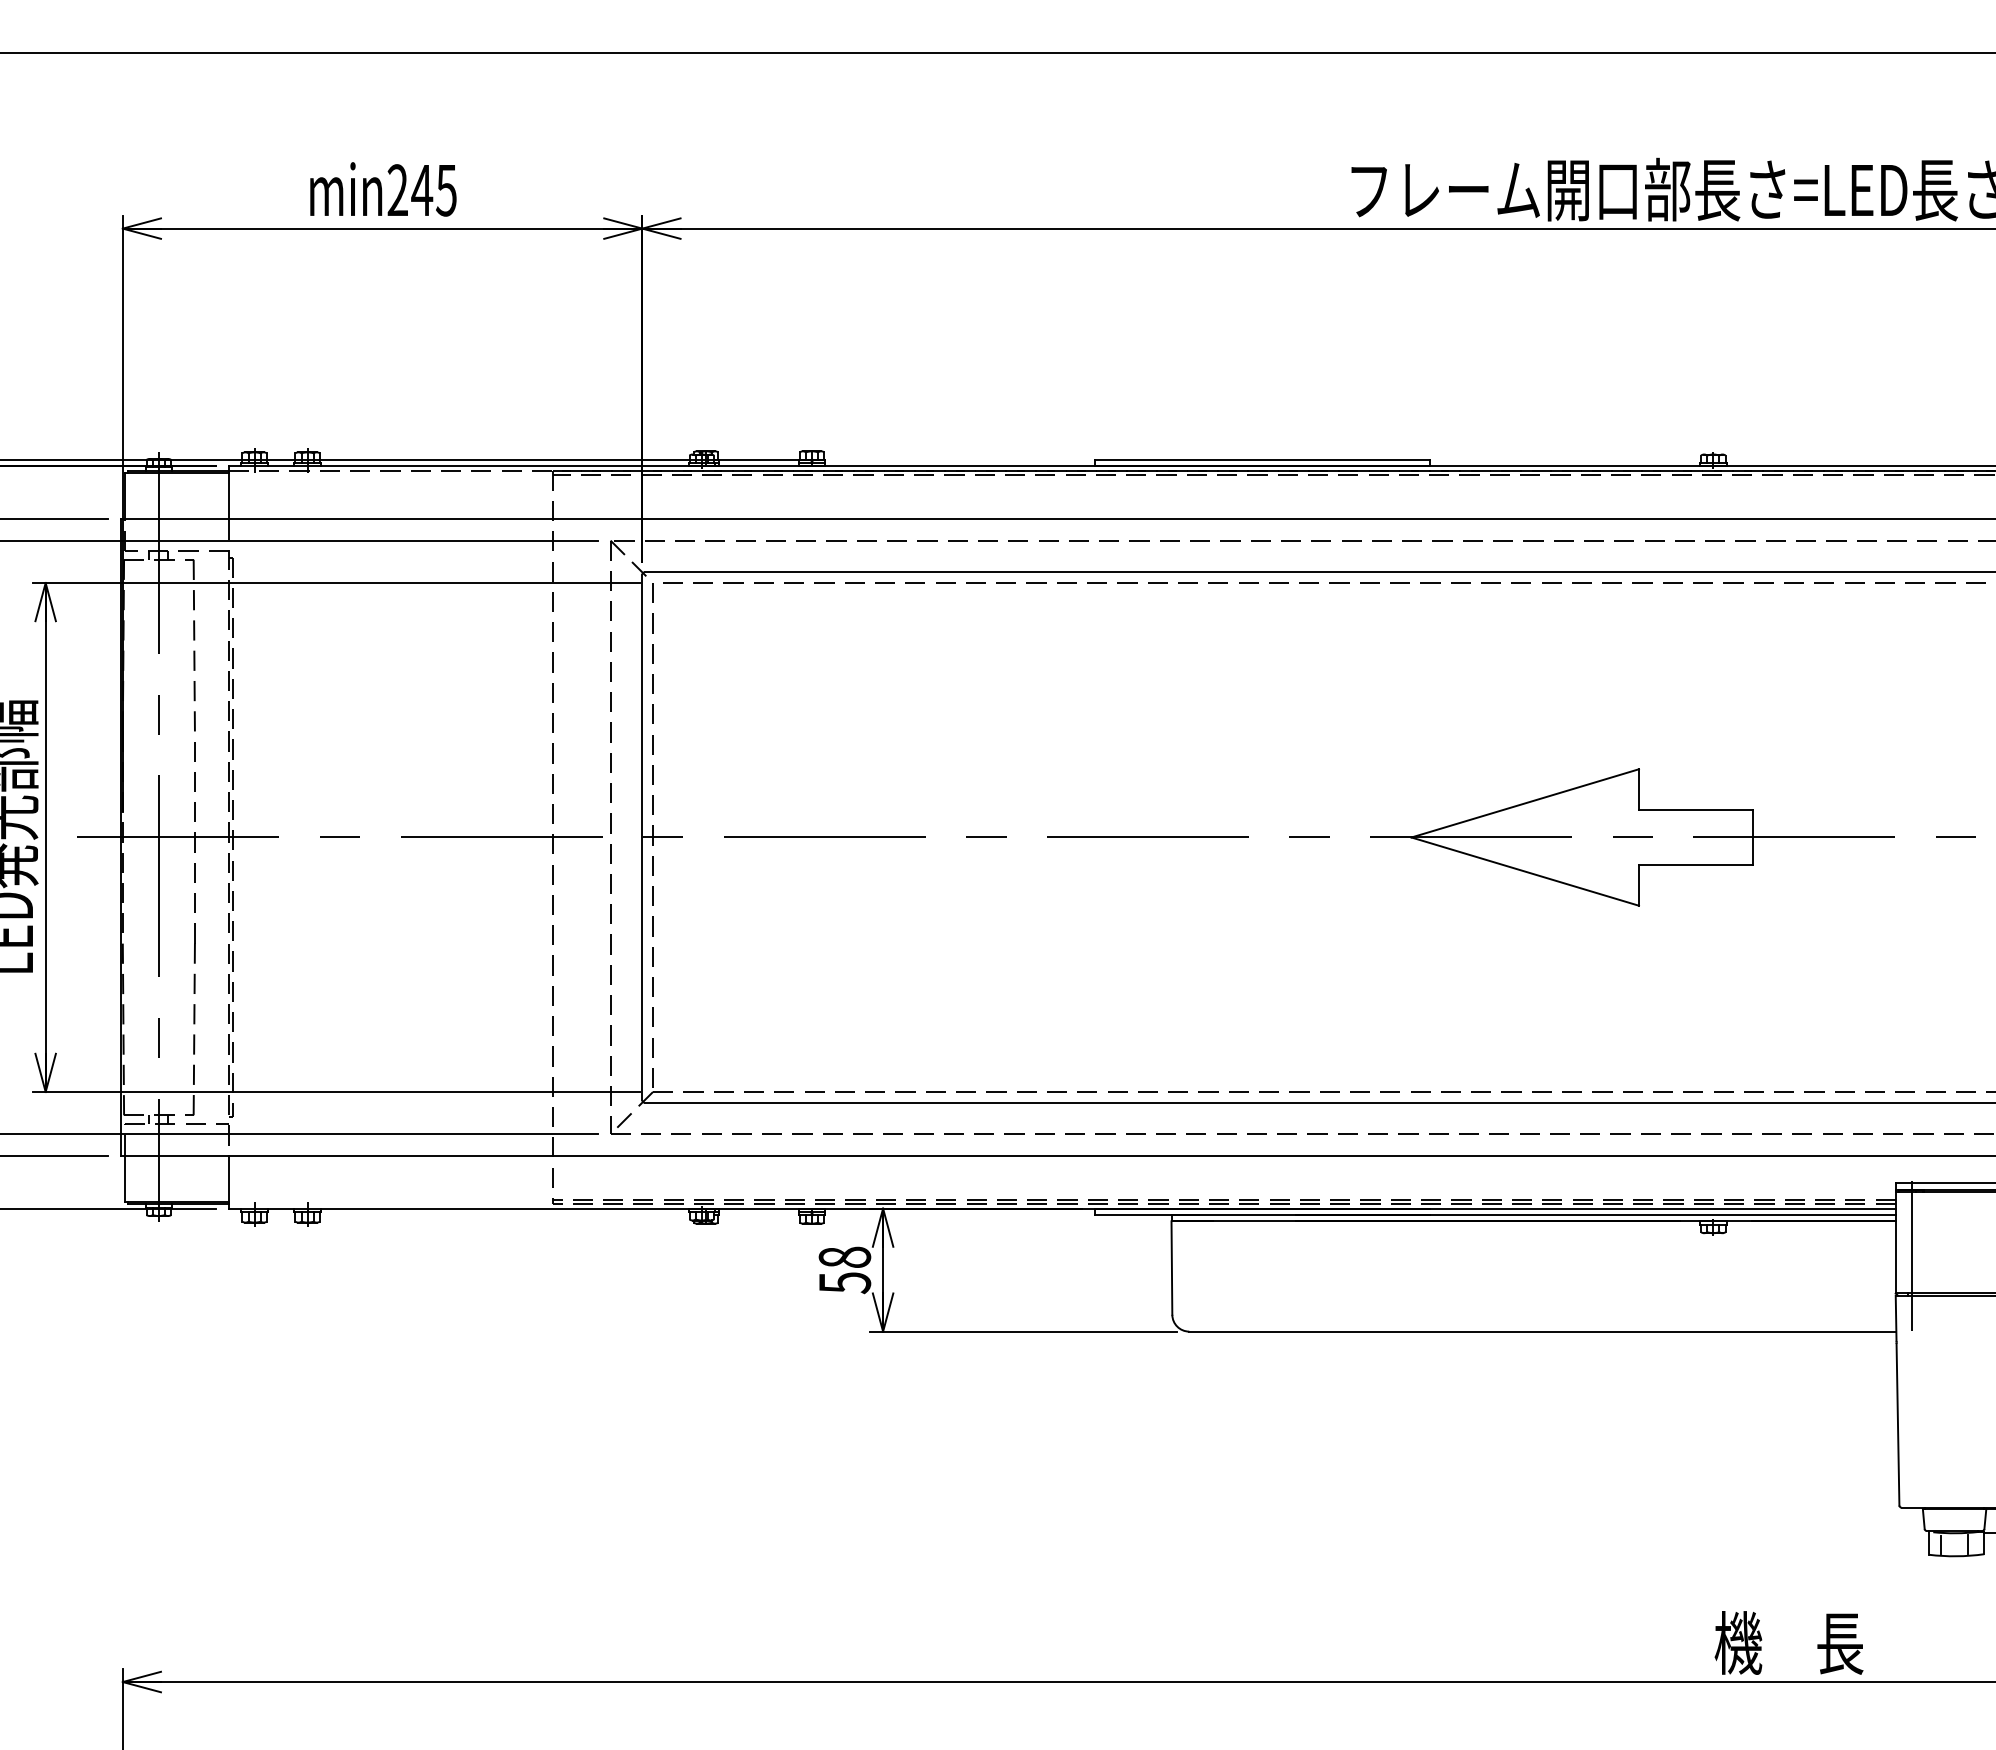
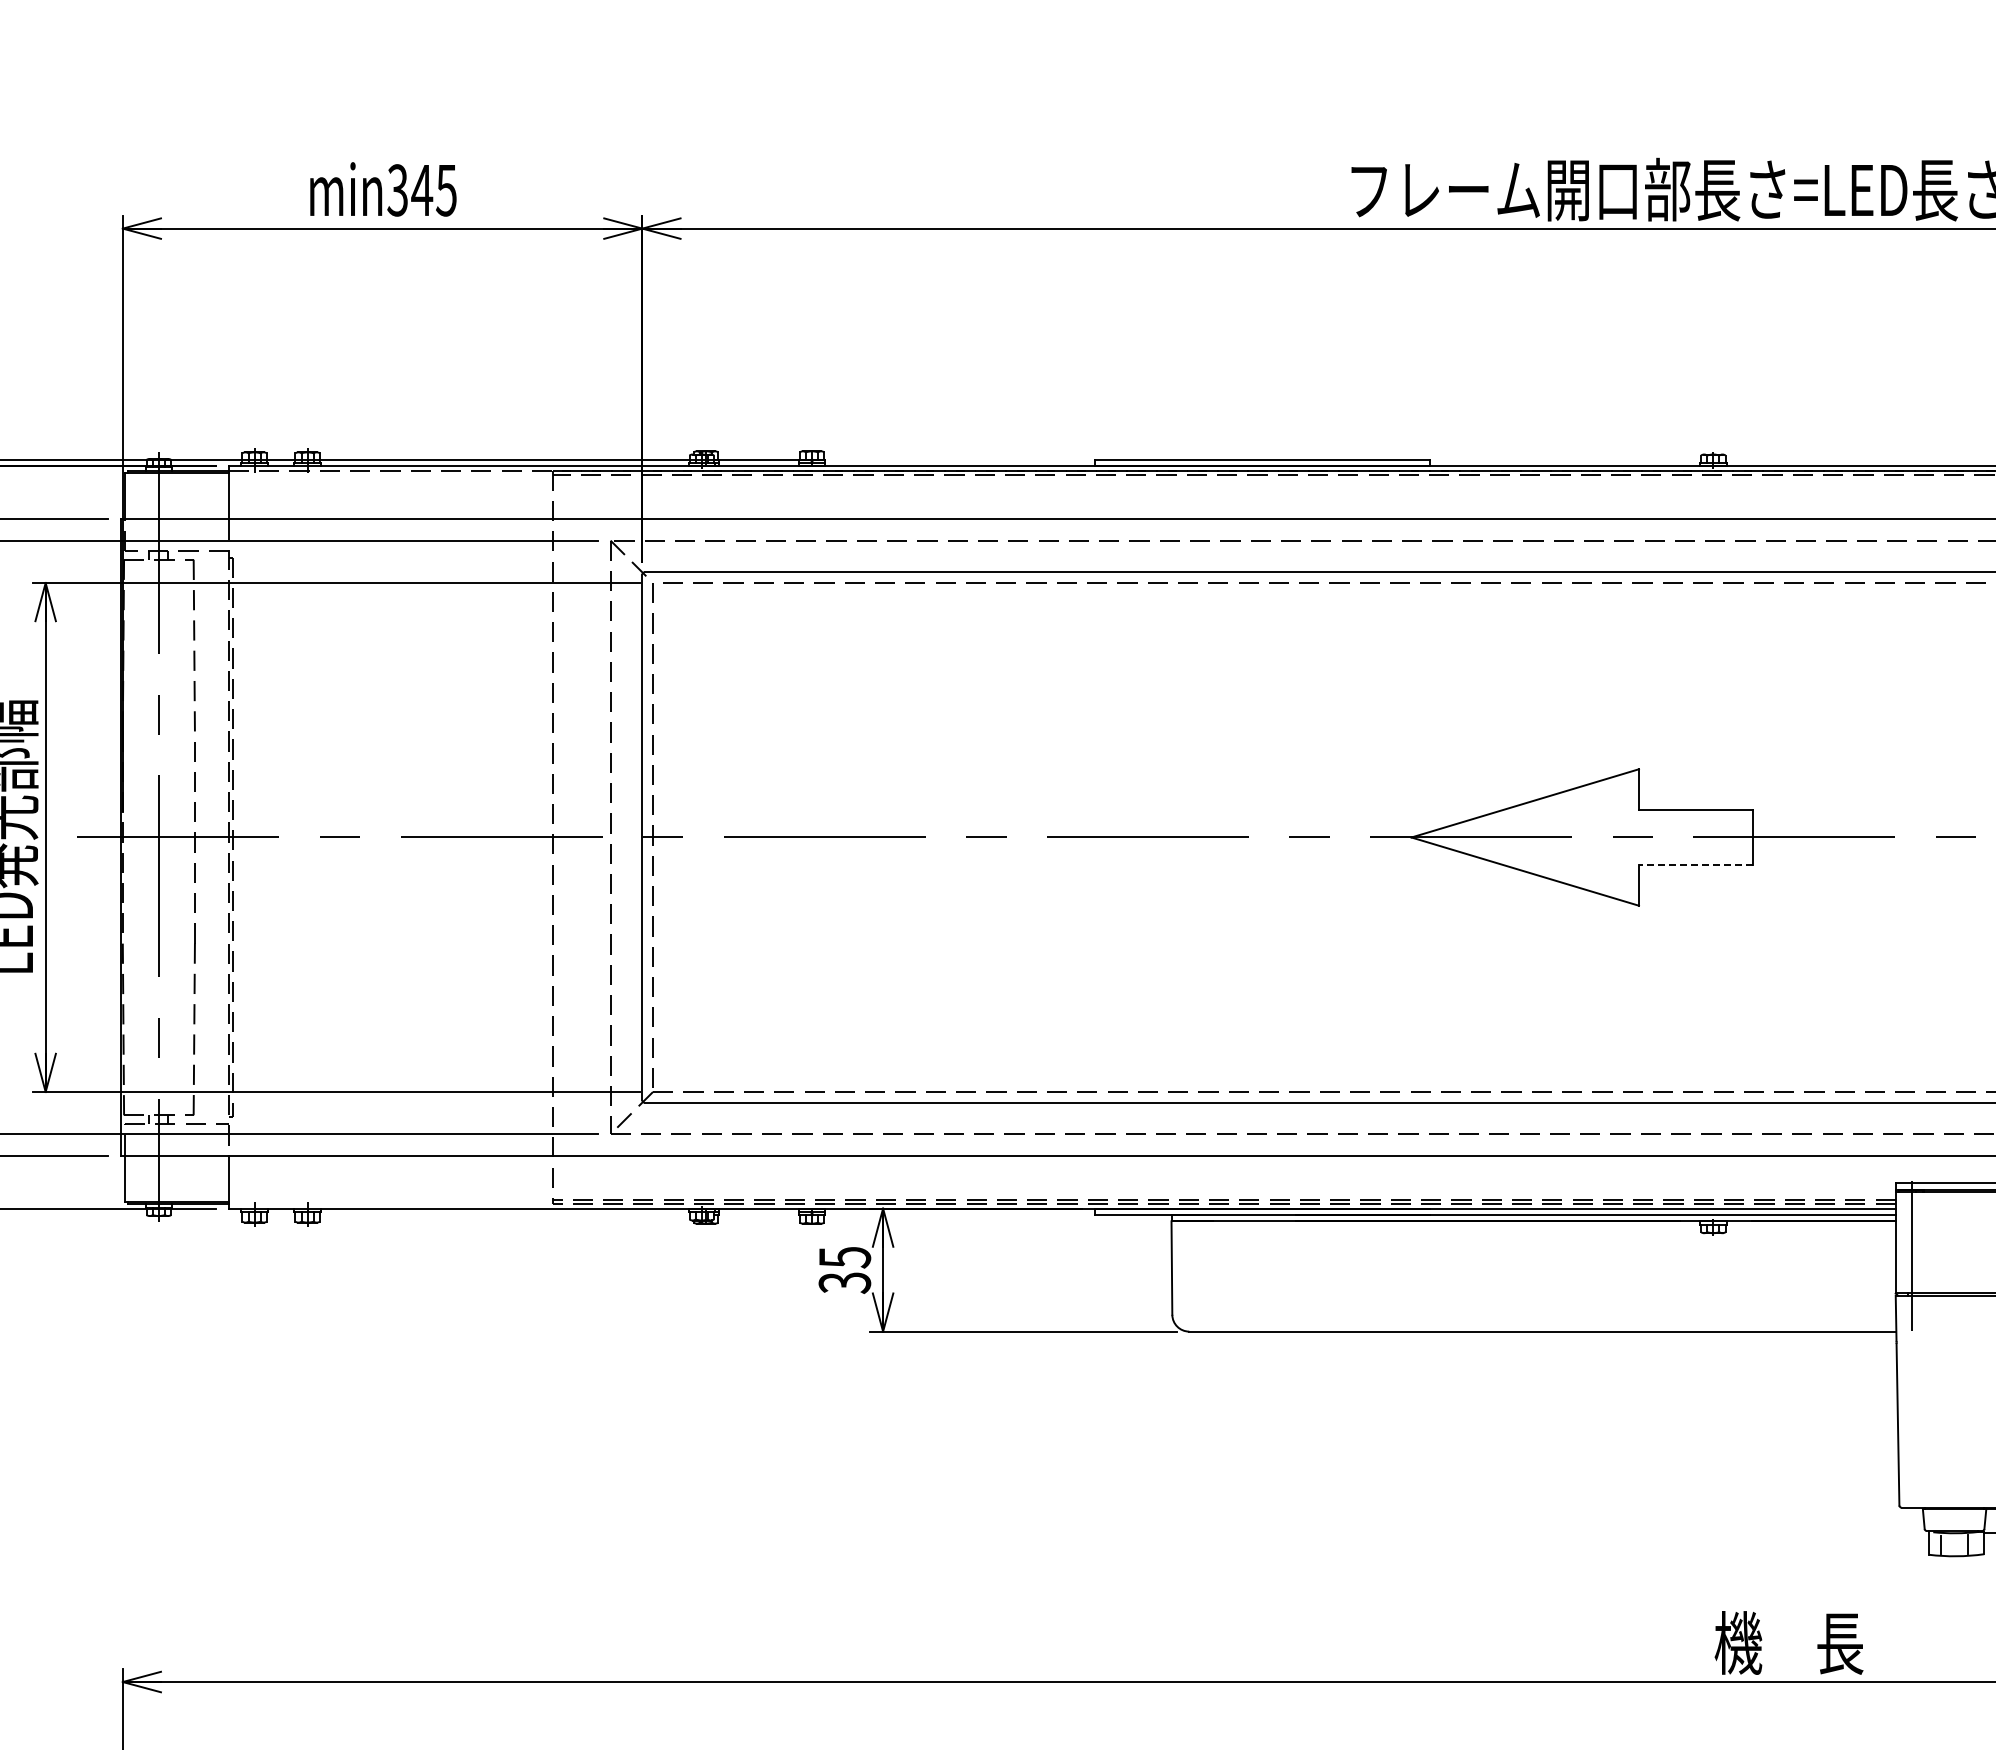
line at (997, 52): present -> none
text at (397, 190): min245 -> min345
line at (1695, 864): solid -> dashed
text at (844, 1269): 58 -> 35
